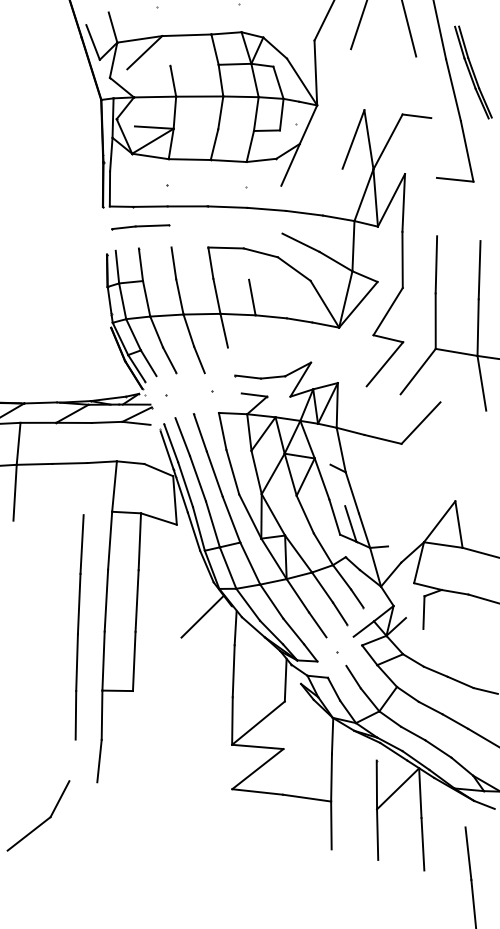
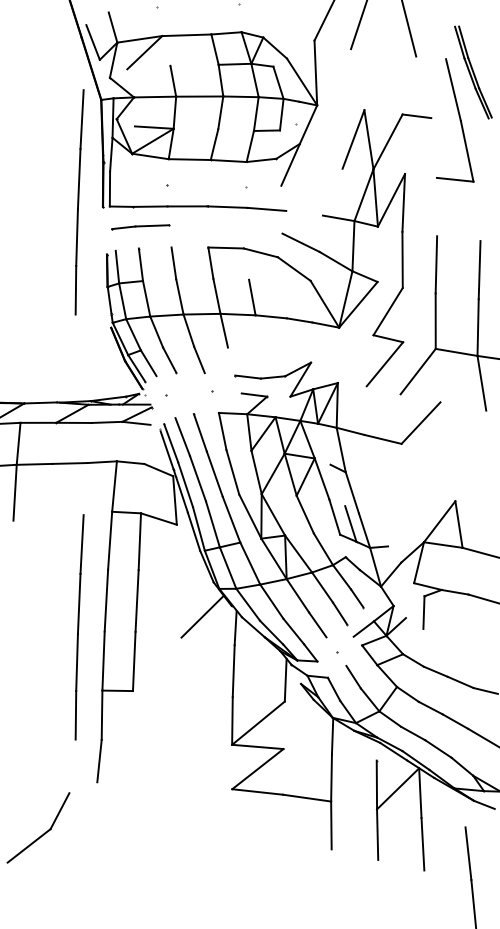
line at (439, 30): present -> none
part at (79, 202): none -> present
line at (304, 212): present -> none
part at (44, 820) position: (44, 820) -> (44, 832)
